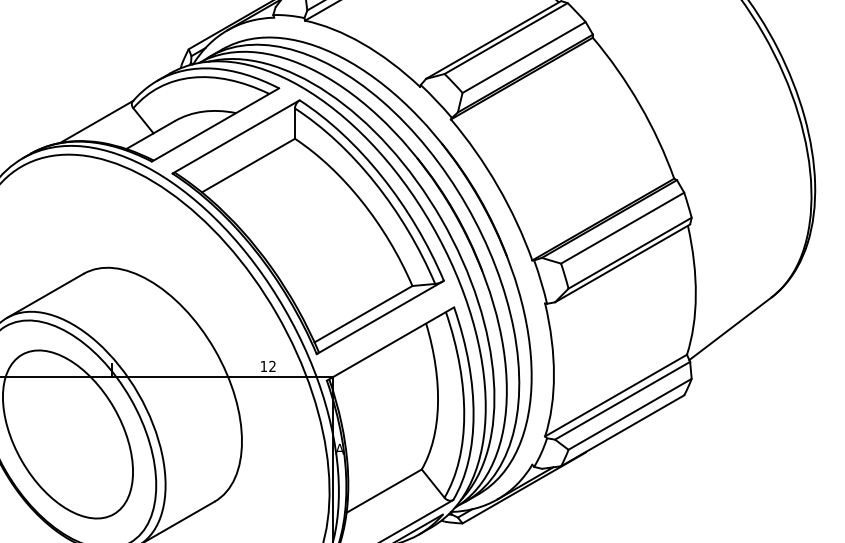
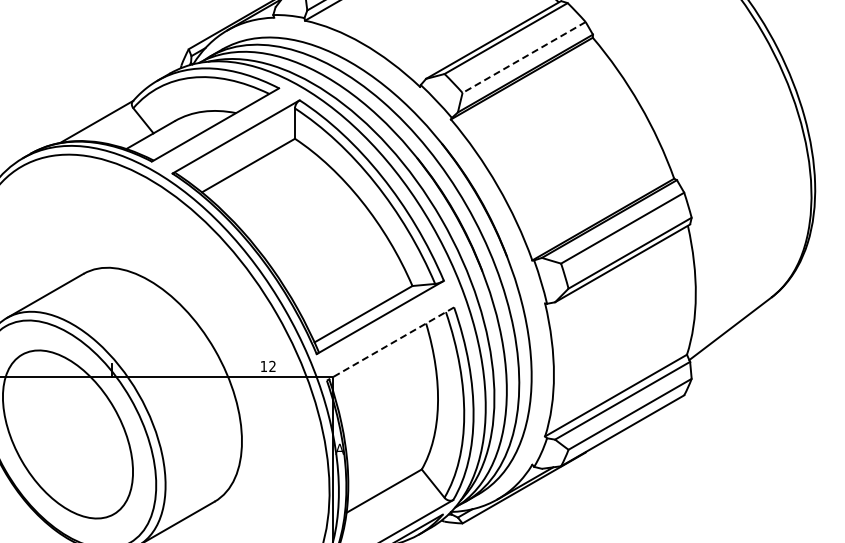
line at (523, 57): solid -> dashed
line at (390, 344): solid -> dashed
